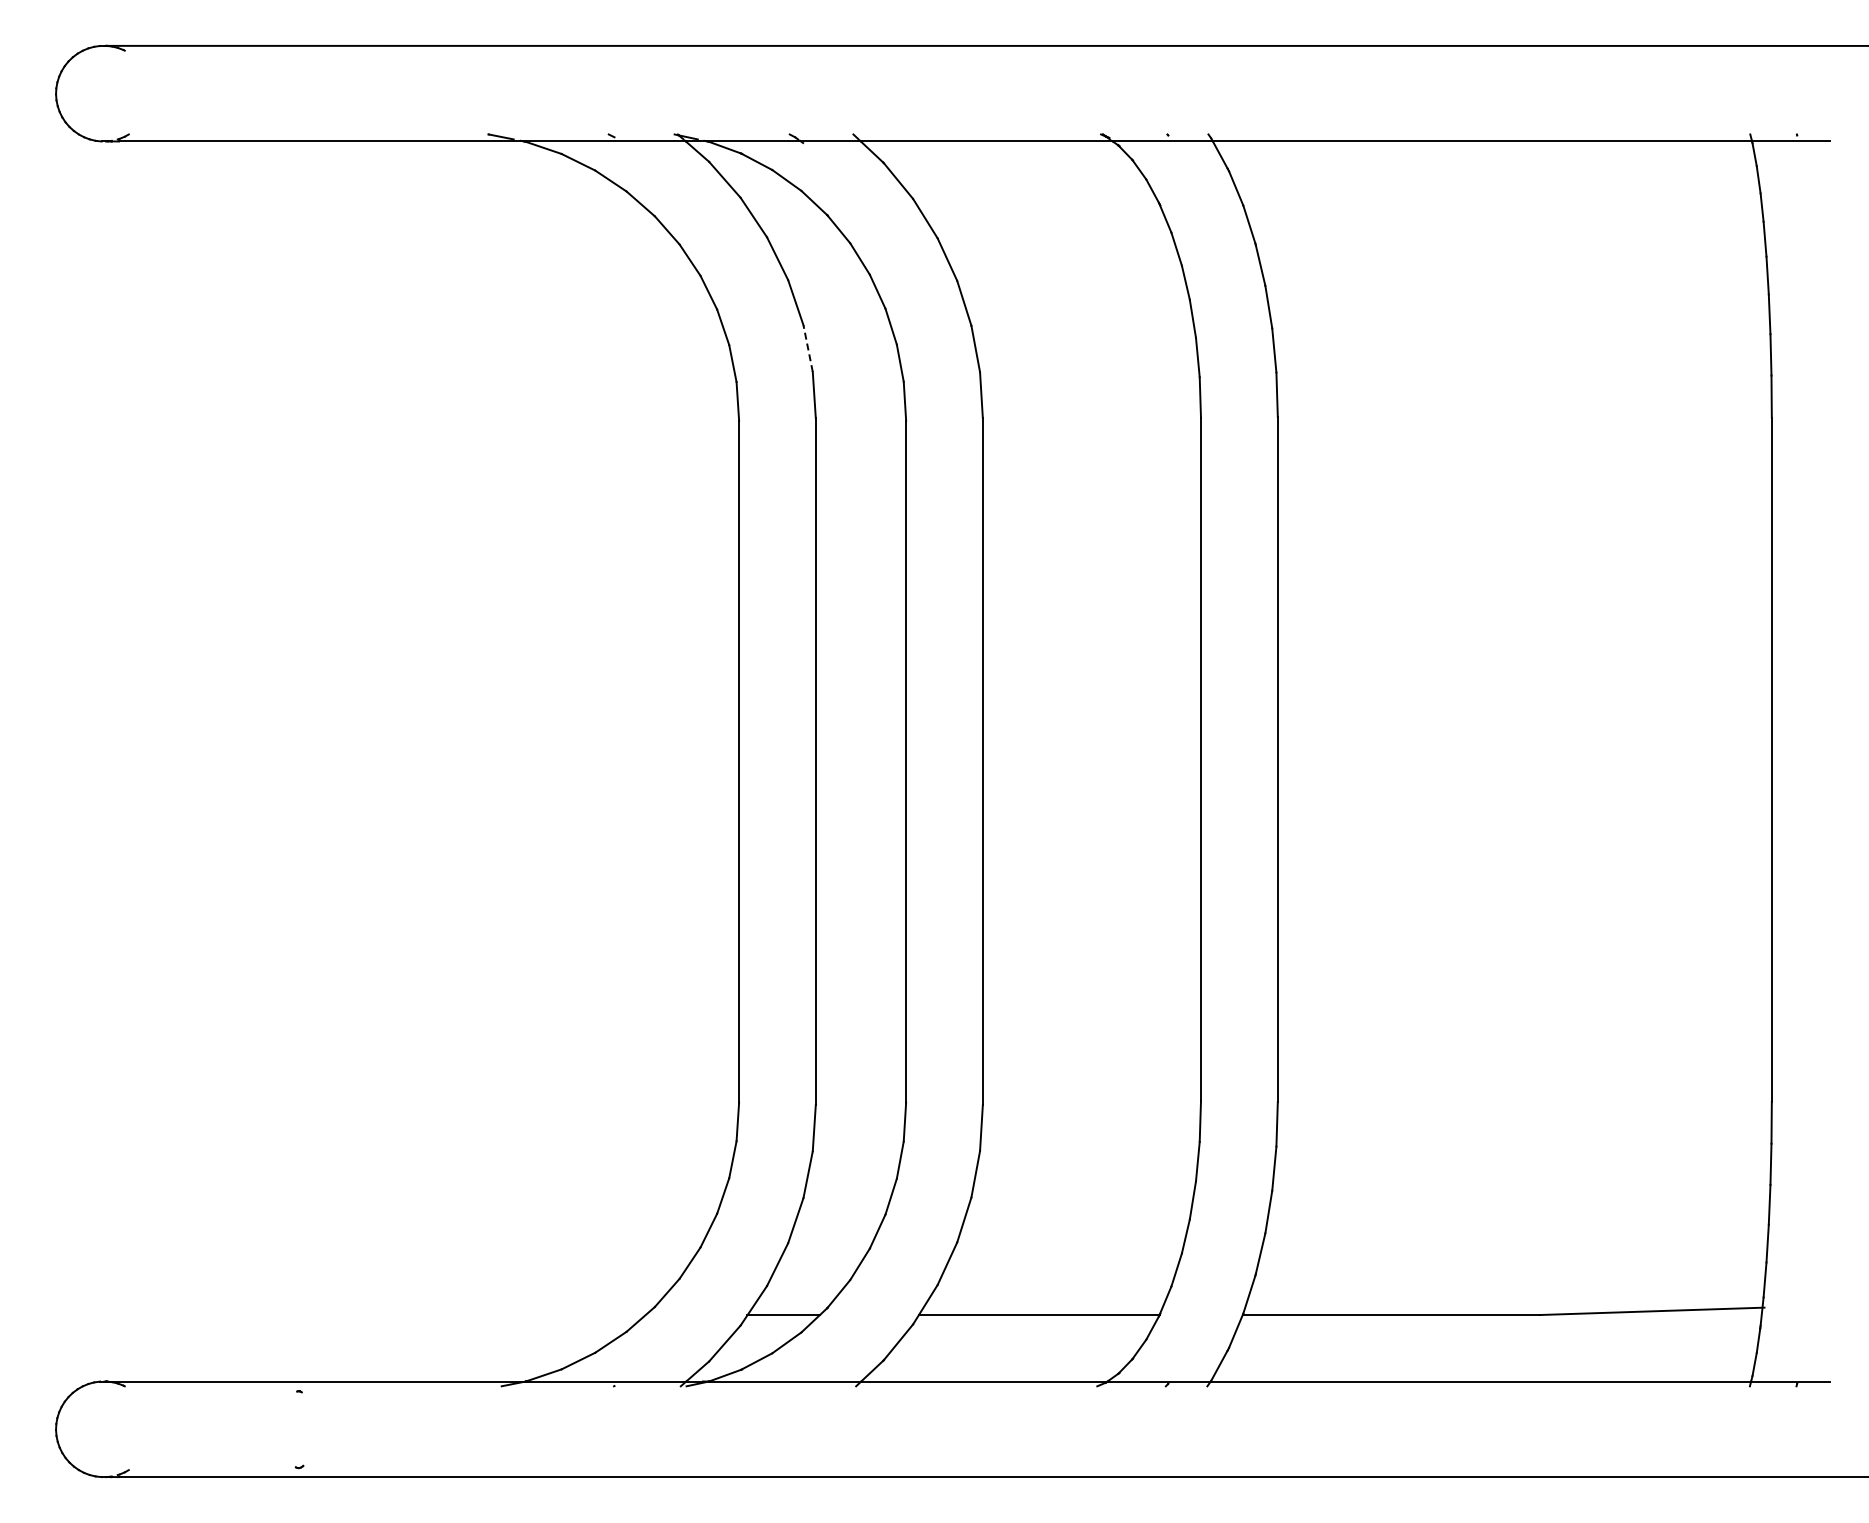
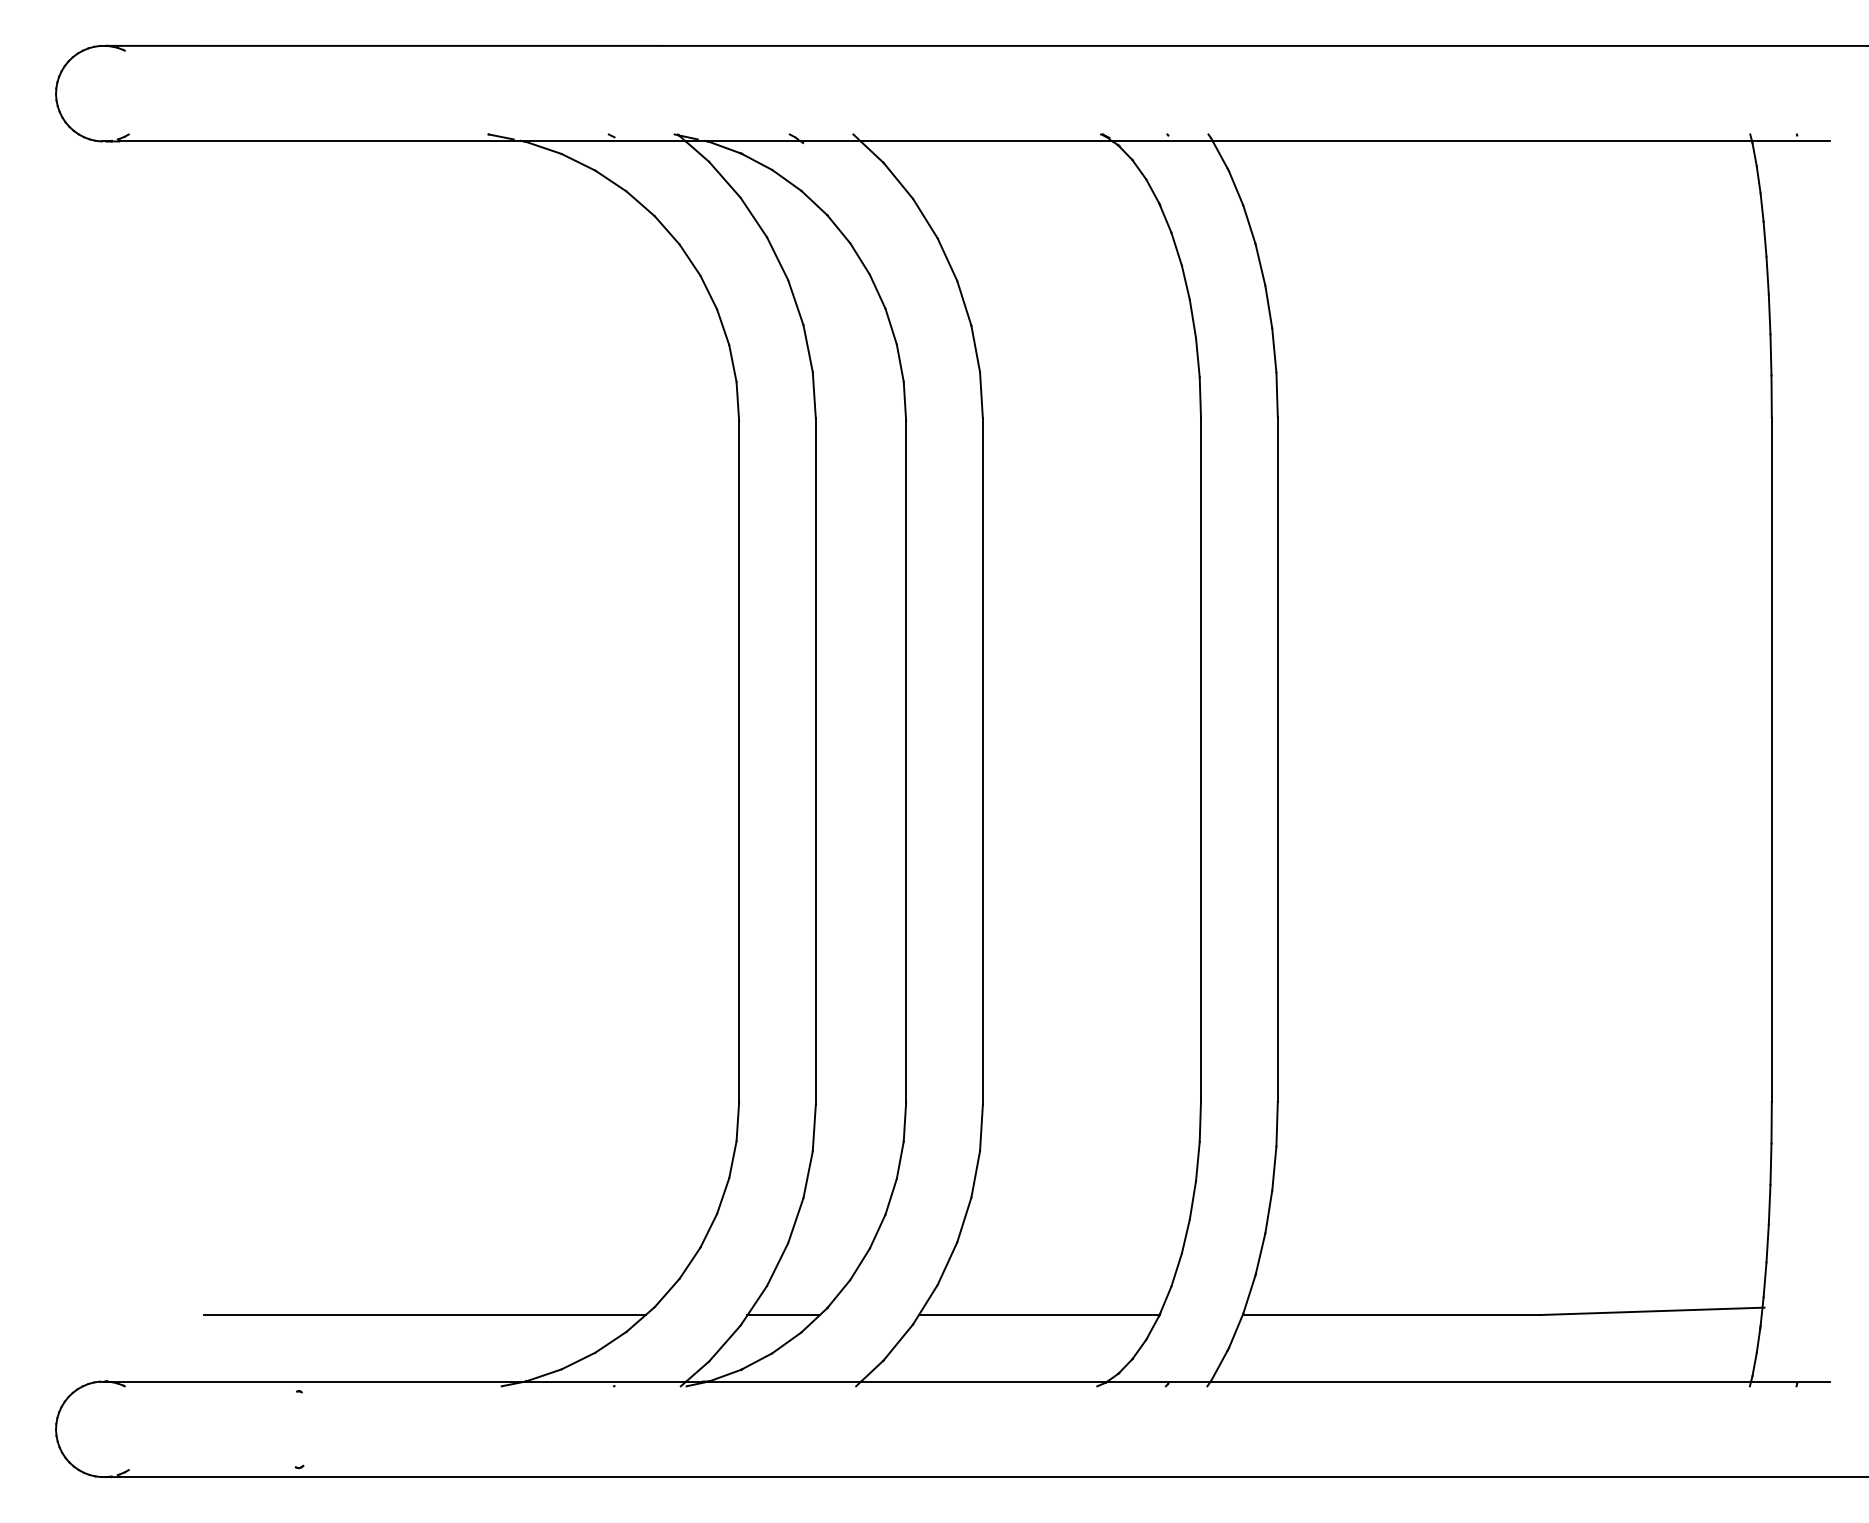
line at (808, 348): dashed -> solid
line at (424, 1315): none -> present
